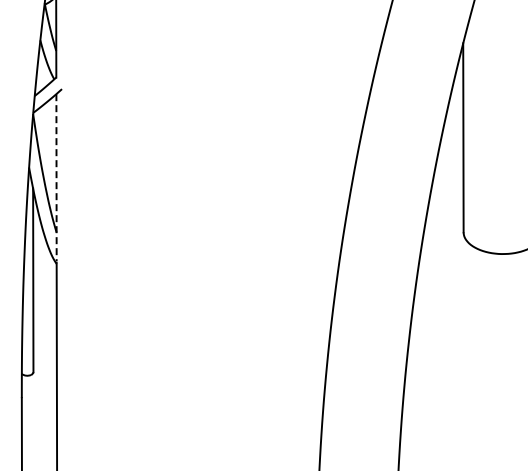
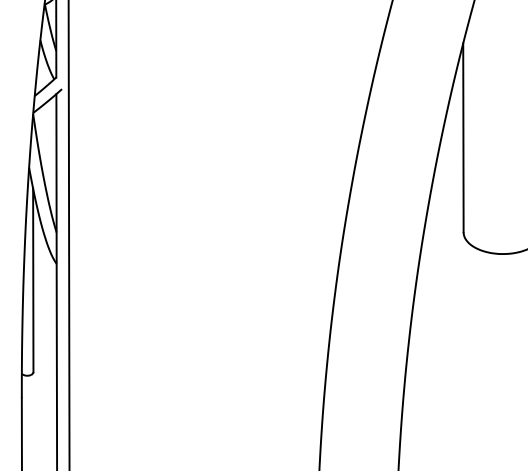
line at (56, 177): dashed -> solid
line at (68, 234): none -> present
